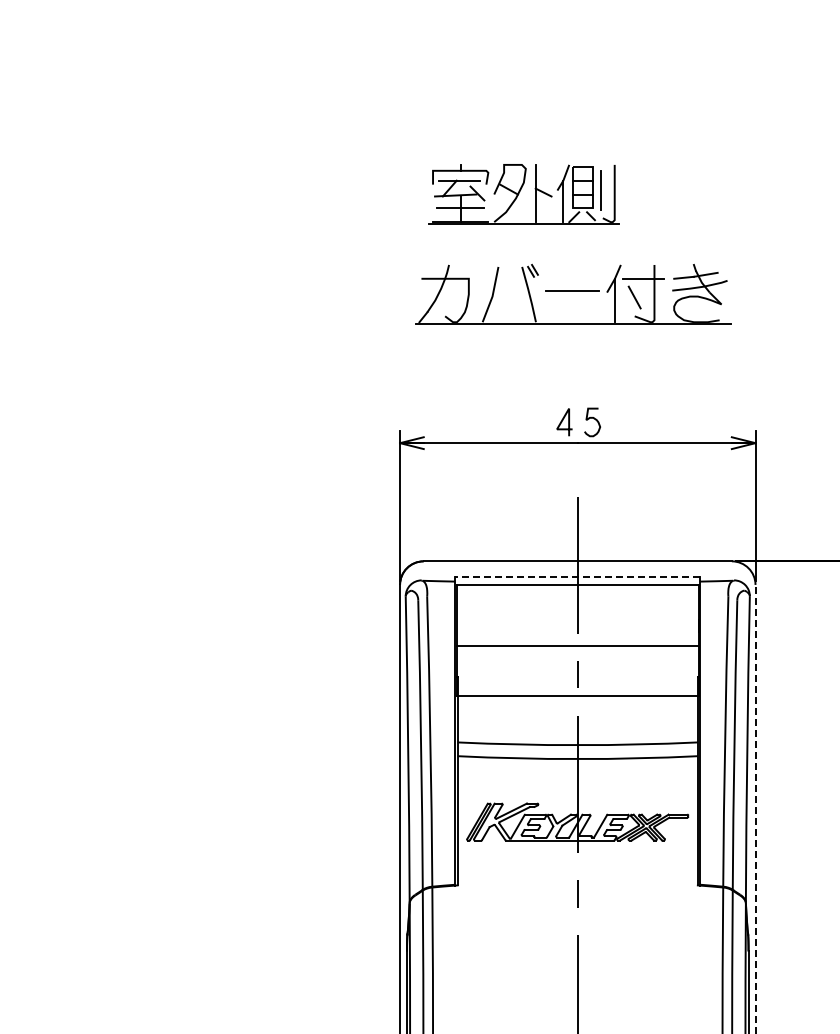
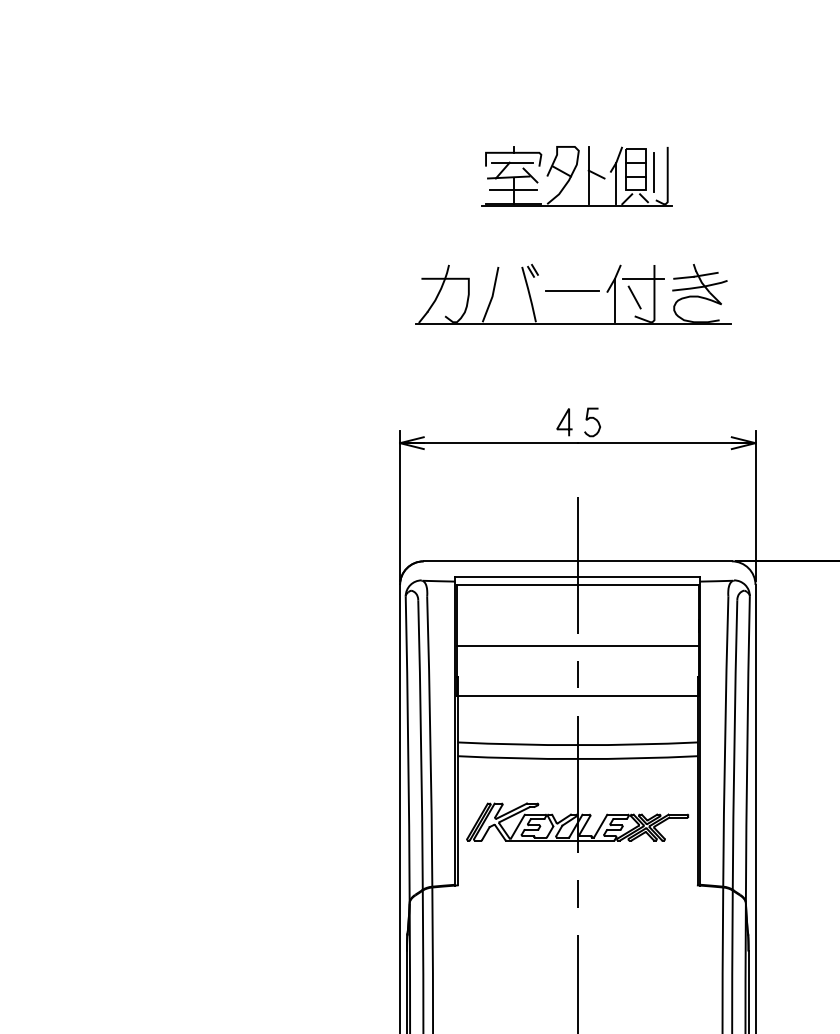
part at (523, 194) position: (523, 194) -> (576, 176)
line at (577, 577): dashed -> solid
line at (755, 808): dashed -> solid
